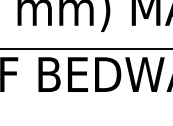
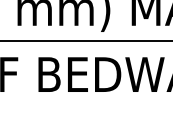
line at (85, 48) position: (85, 48) -> (85, 40)
